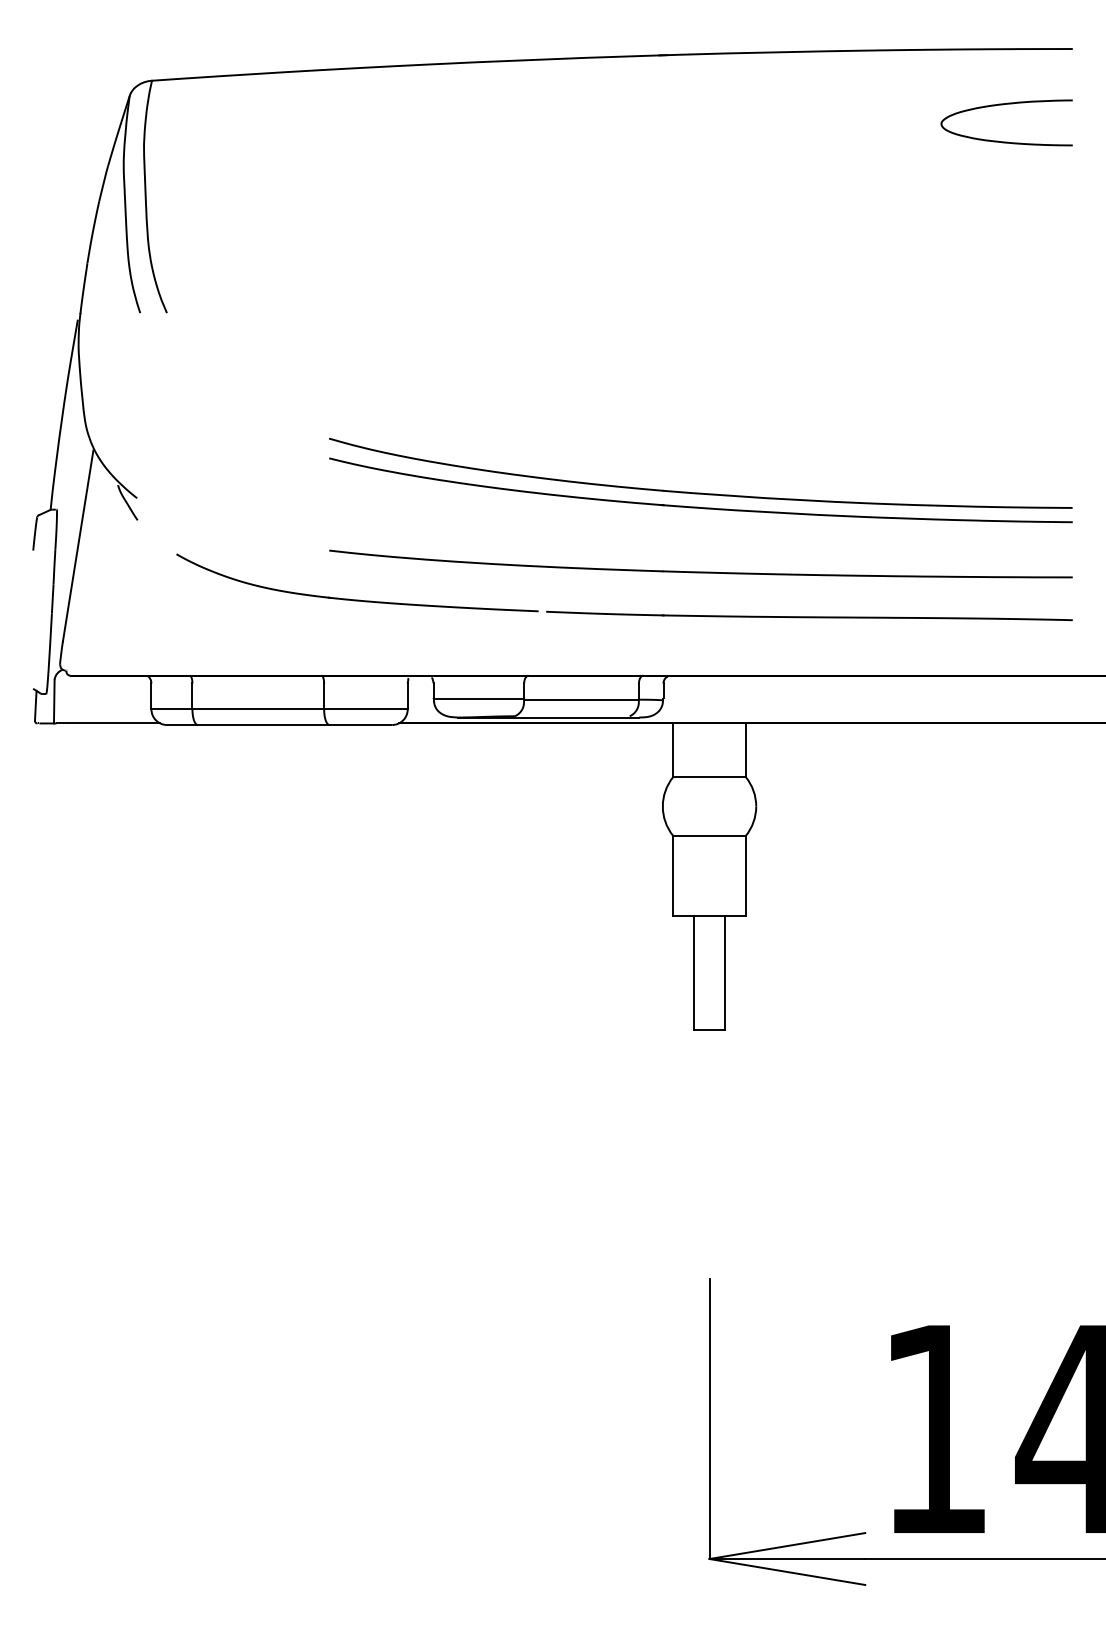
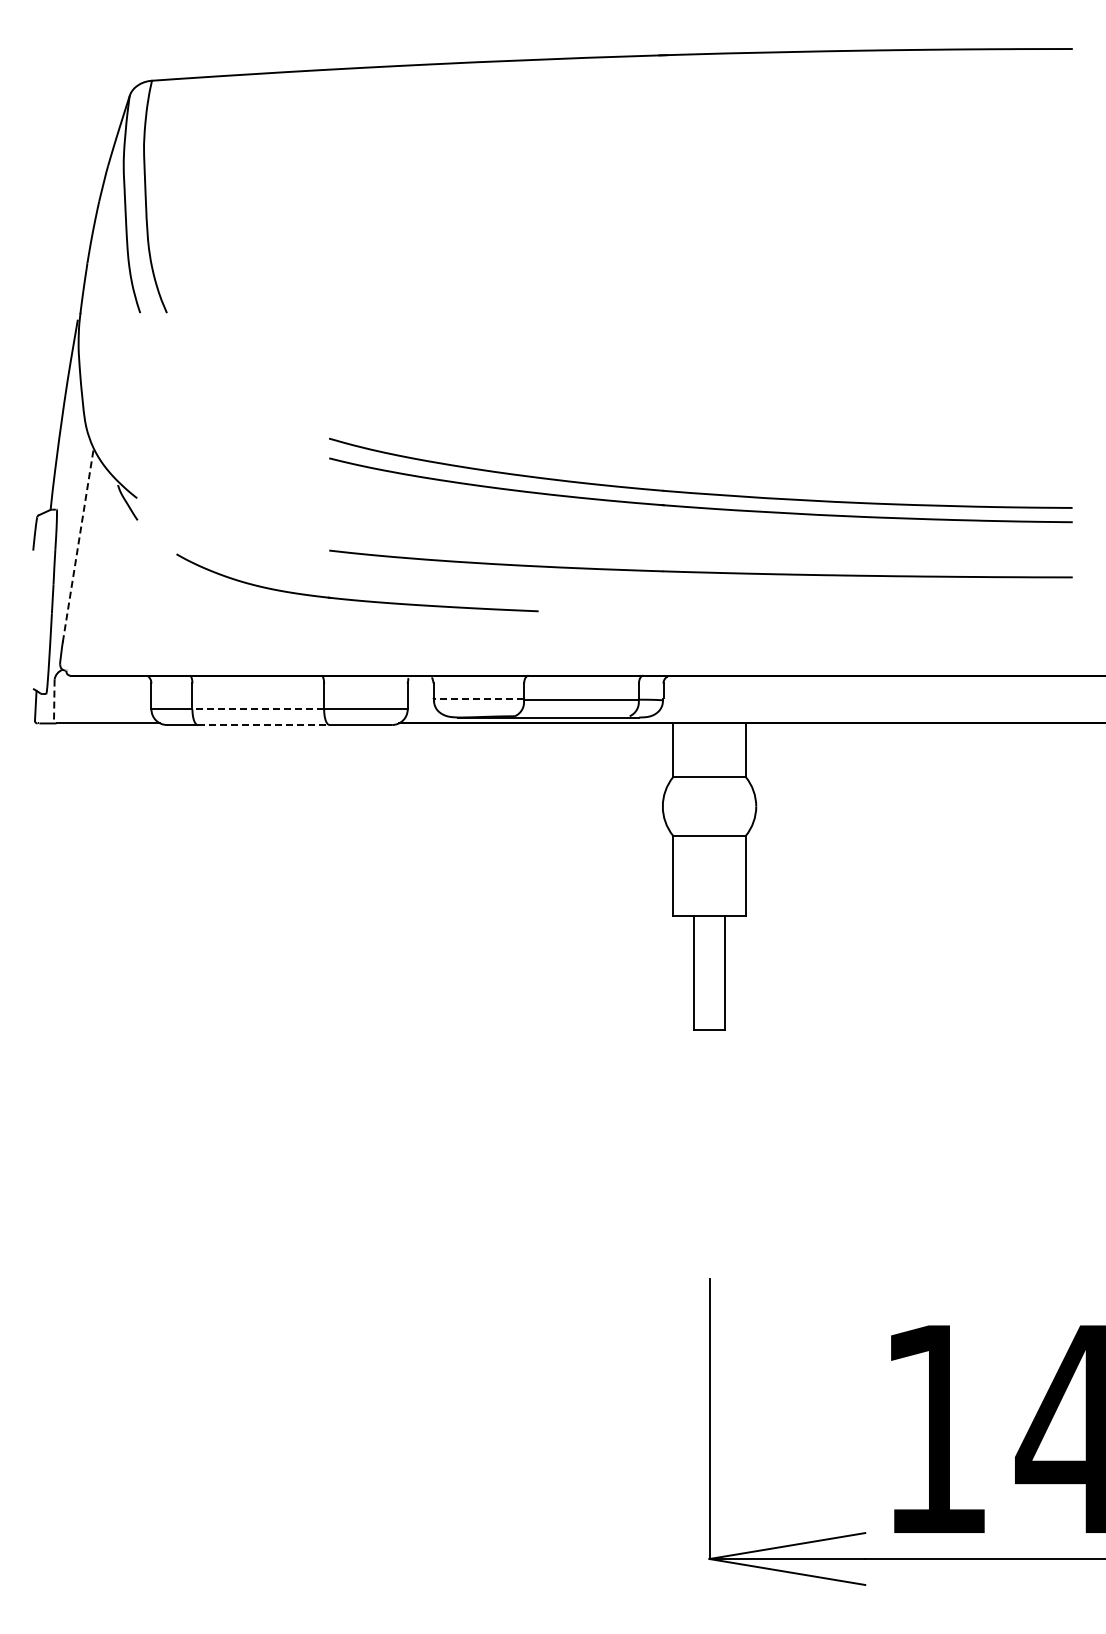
curve at (1003, 105): present -> none
line at (78, 545): solid -> dashed
part at (809, 615): present -> none
line at (478, 699): solid -> dashed
line at (54, 701): solid -> dashed
line at (258, 709): solid -> dashed
line at (263, 725): solid -> dashed
